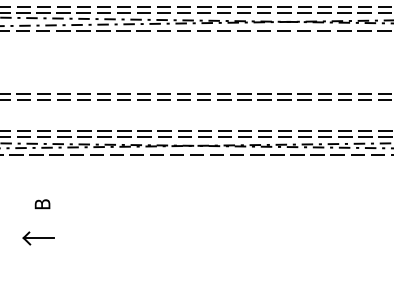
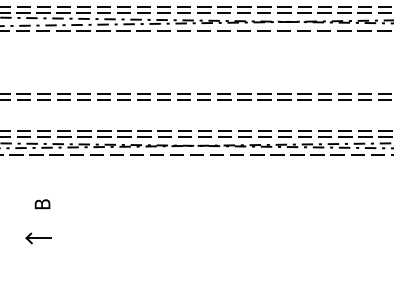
part at (38, 238) size: 33x15 px -> 27x13 px
